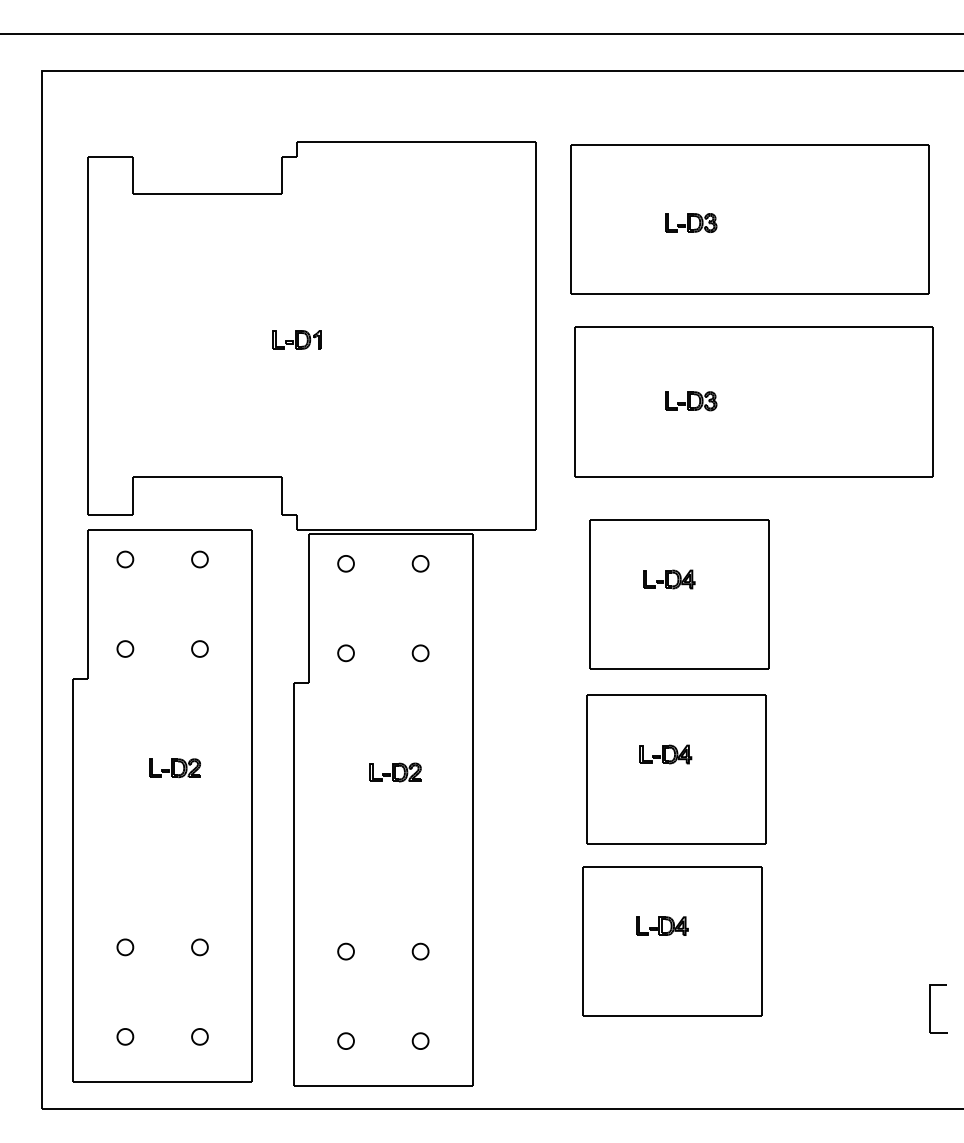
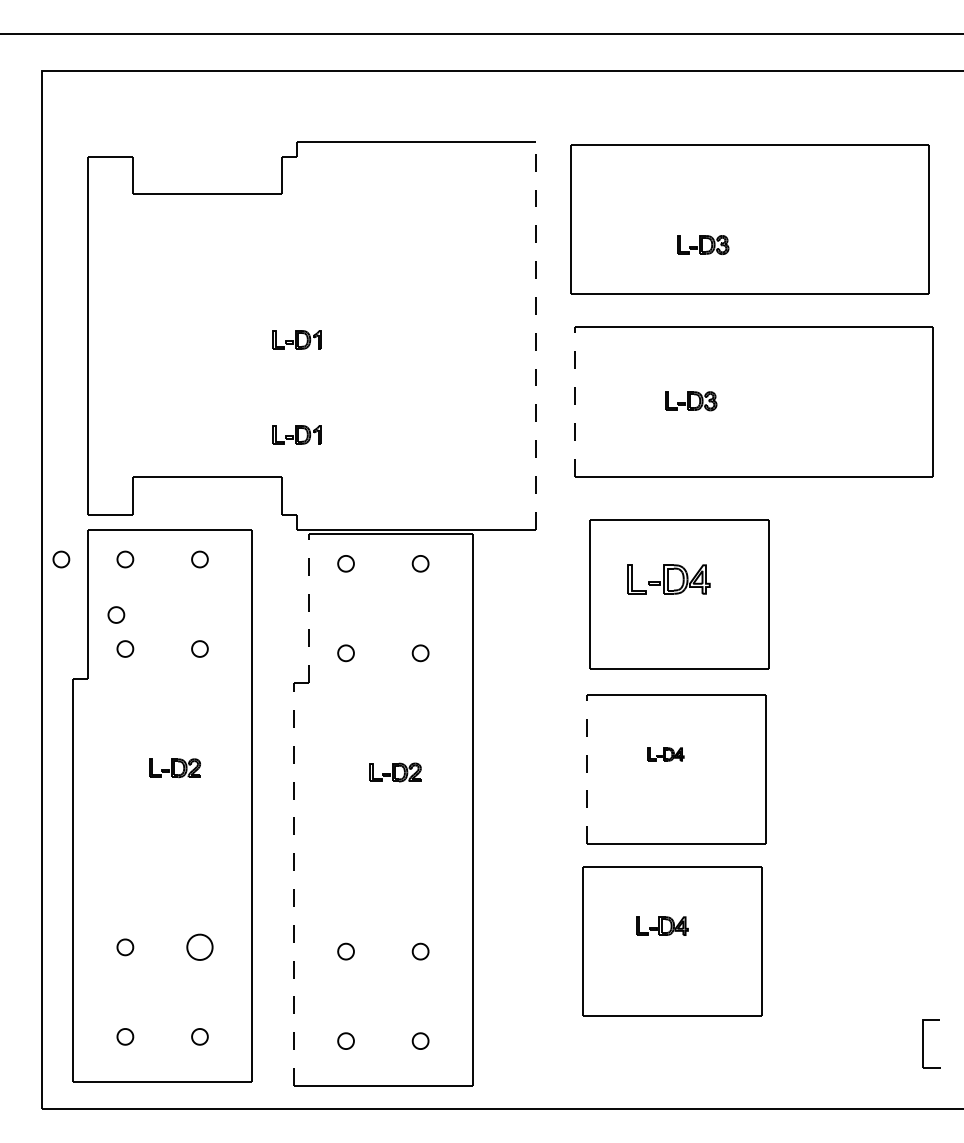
part at (691, 222) position: (691, 222) -> (703, 244)
line at (535, 335): solid -> dashed
line at (574, 401): solid -> dashed
part at (296, 434): none -> present
part at (61, 559): none -> present
part at (669, 579) size: 53x21 px -> 84x31 px
line at (308, 608): solid -> dashed
part at (116, 614): none -> present
part at (665, 754) size: 54x21 px -> 38x15 px
line at (586, 769): solid -> dashed
line at (293, 884): solid -> dashed
part at (199, 947) size: 18x19 px -> 28x28 px
part at (930, 1008) position: (930, 1008) -> (923, 1043)
